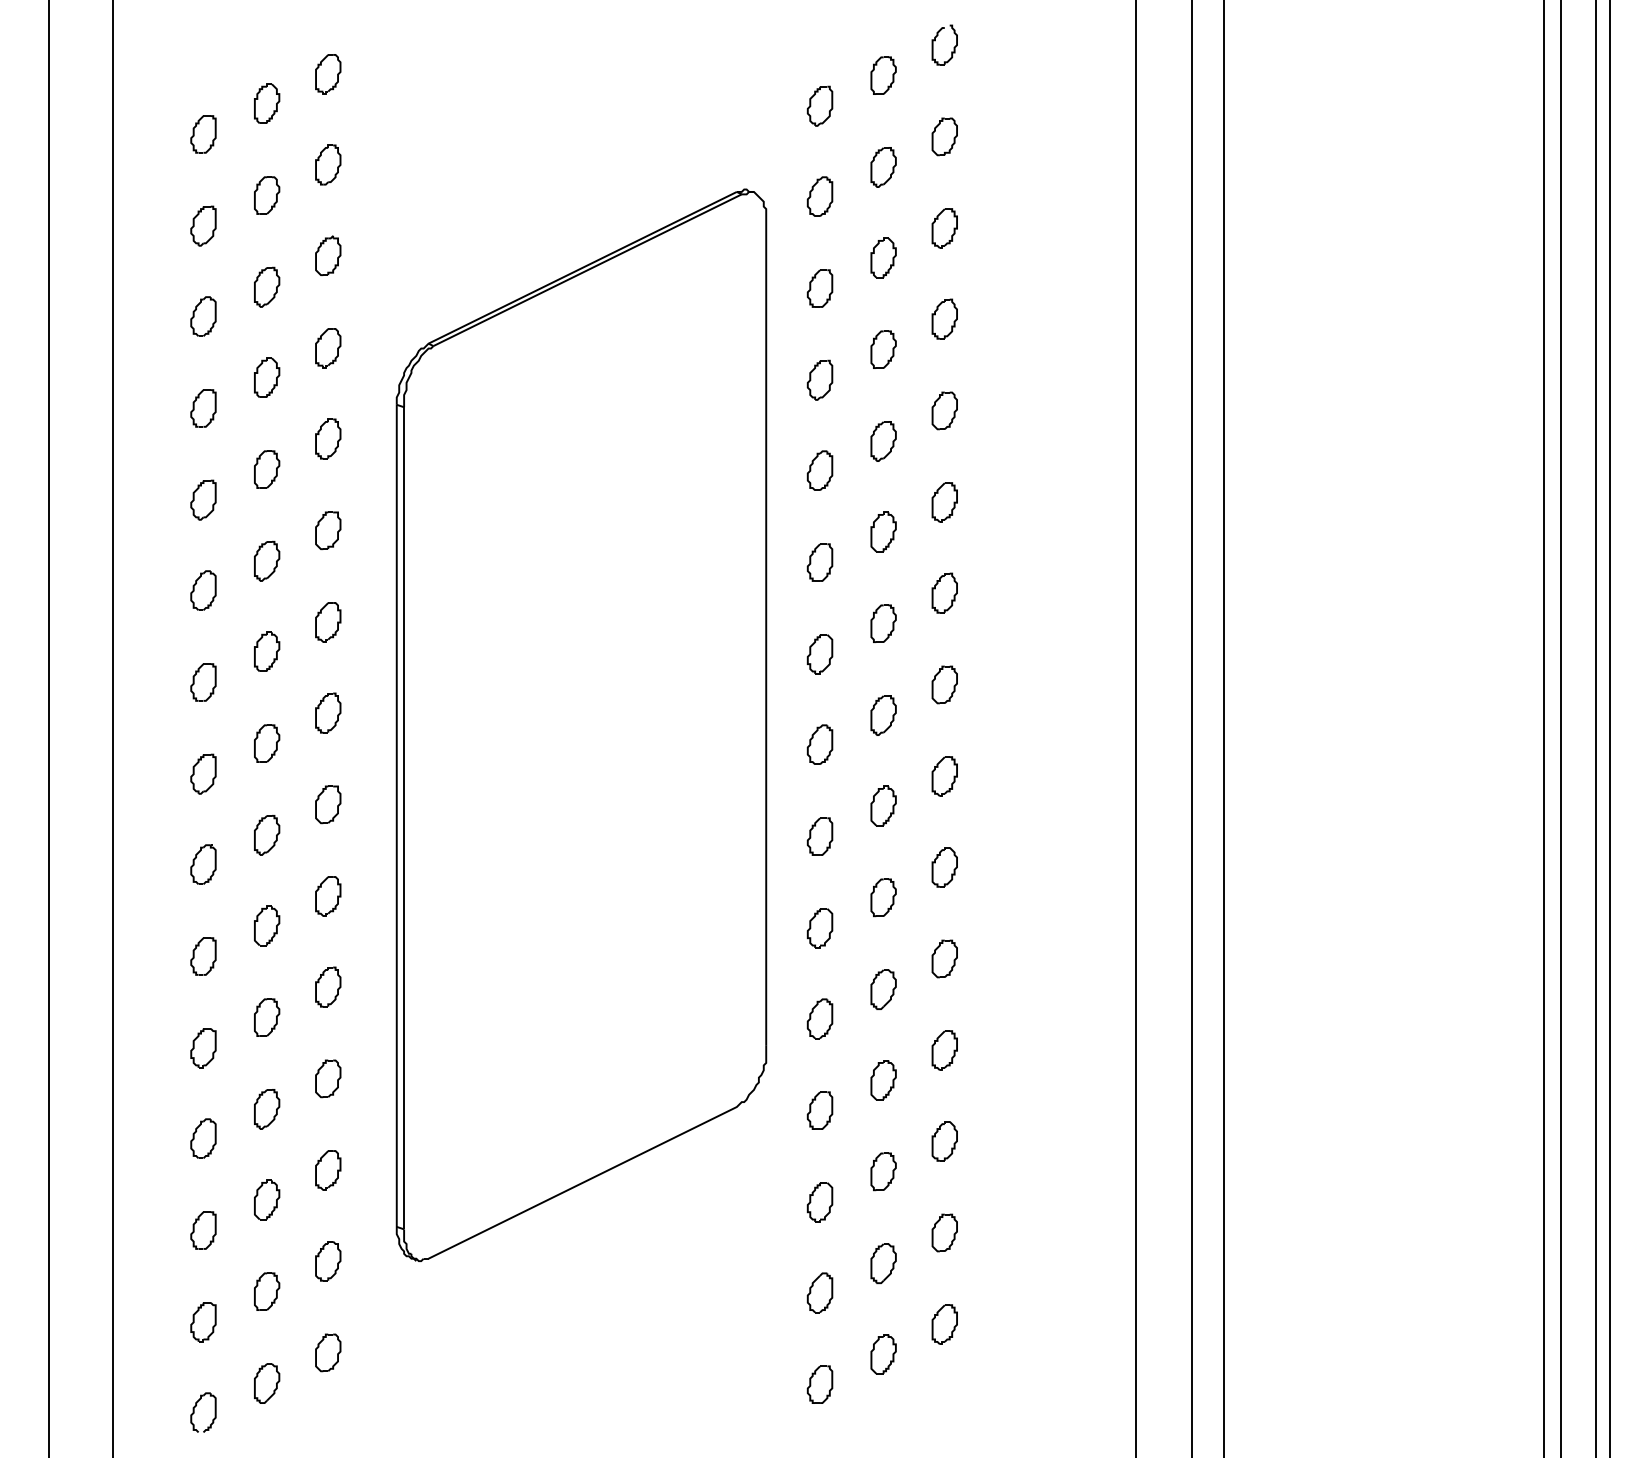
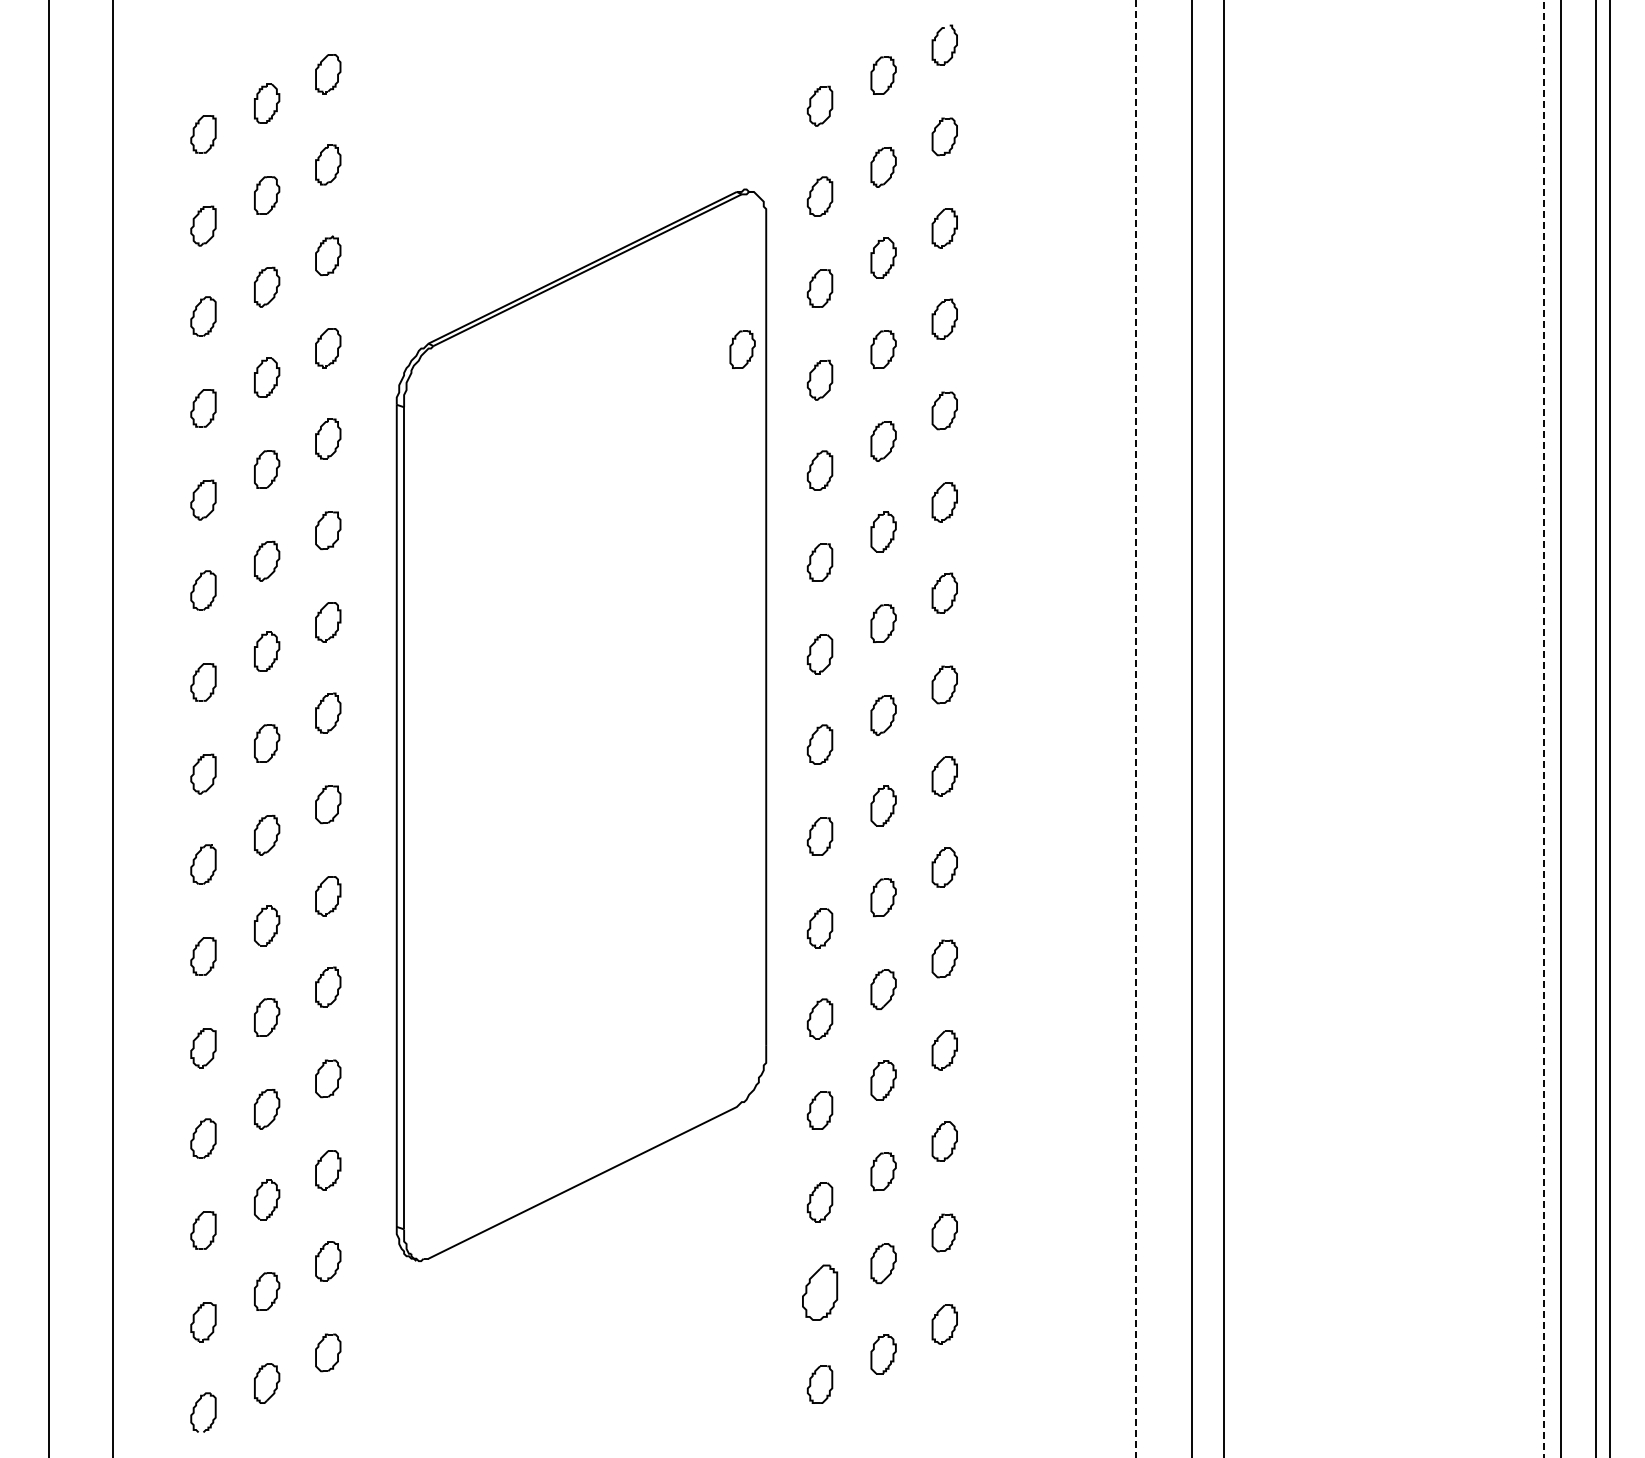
part at (742, 349): none -> present
line at (1135, 728): solid -> dashed
line at (1544, 728): solid -> dashed
part at (819, 1292) size: 28x42 px -> 37x57 px
